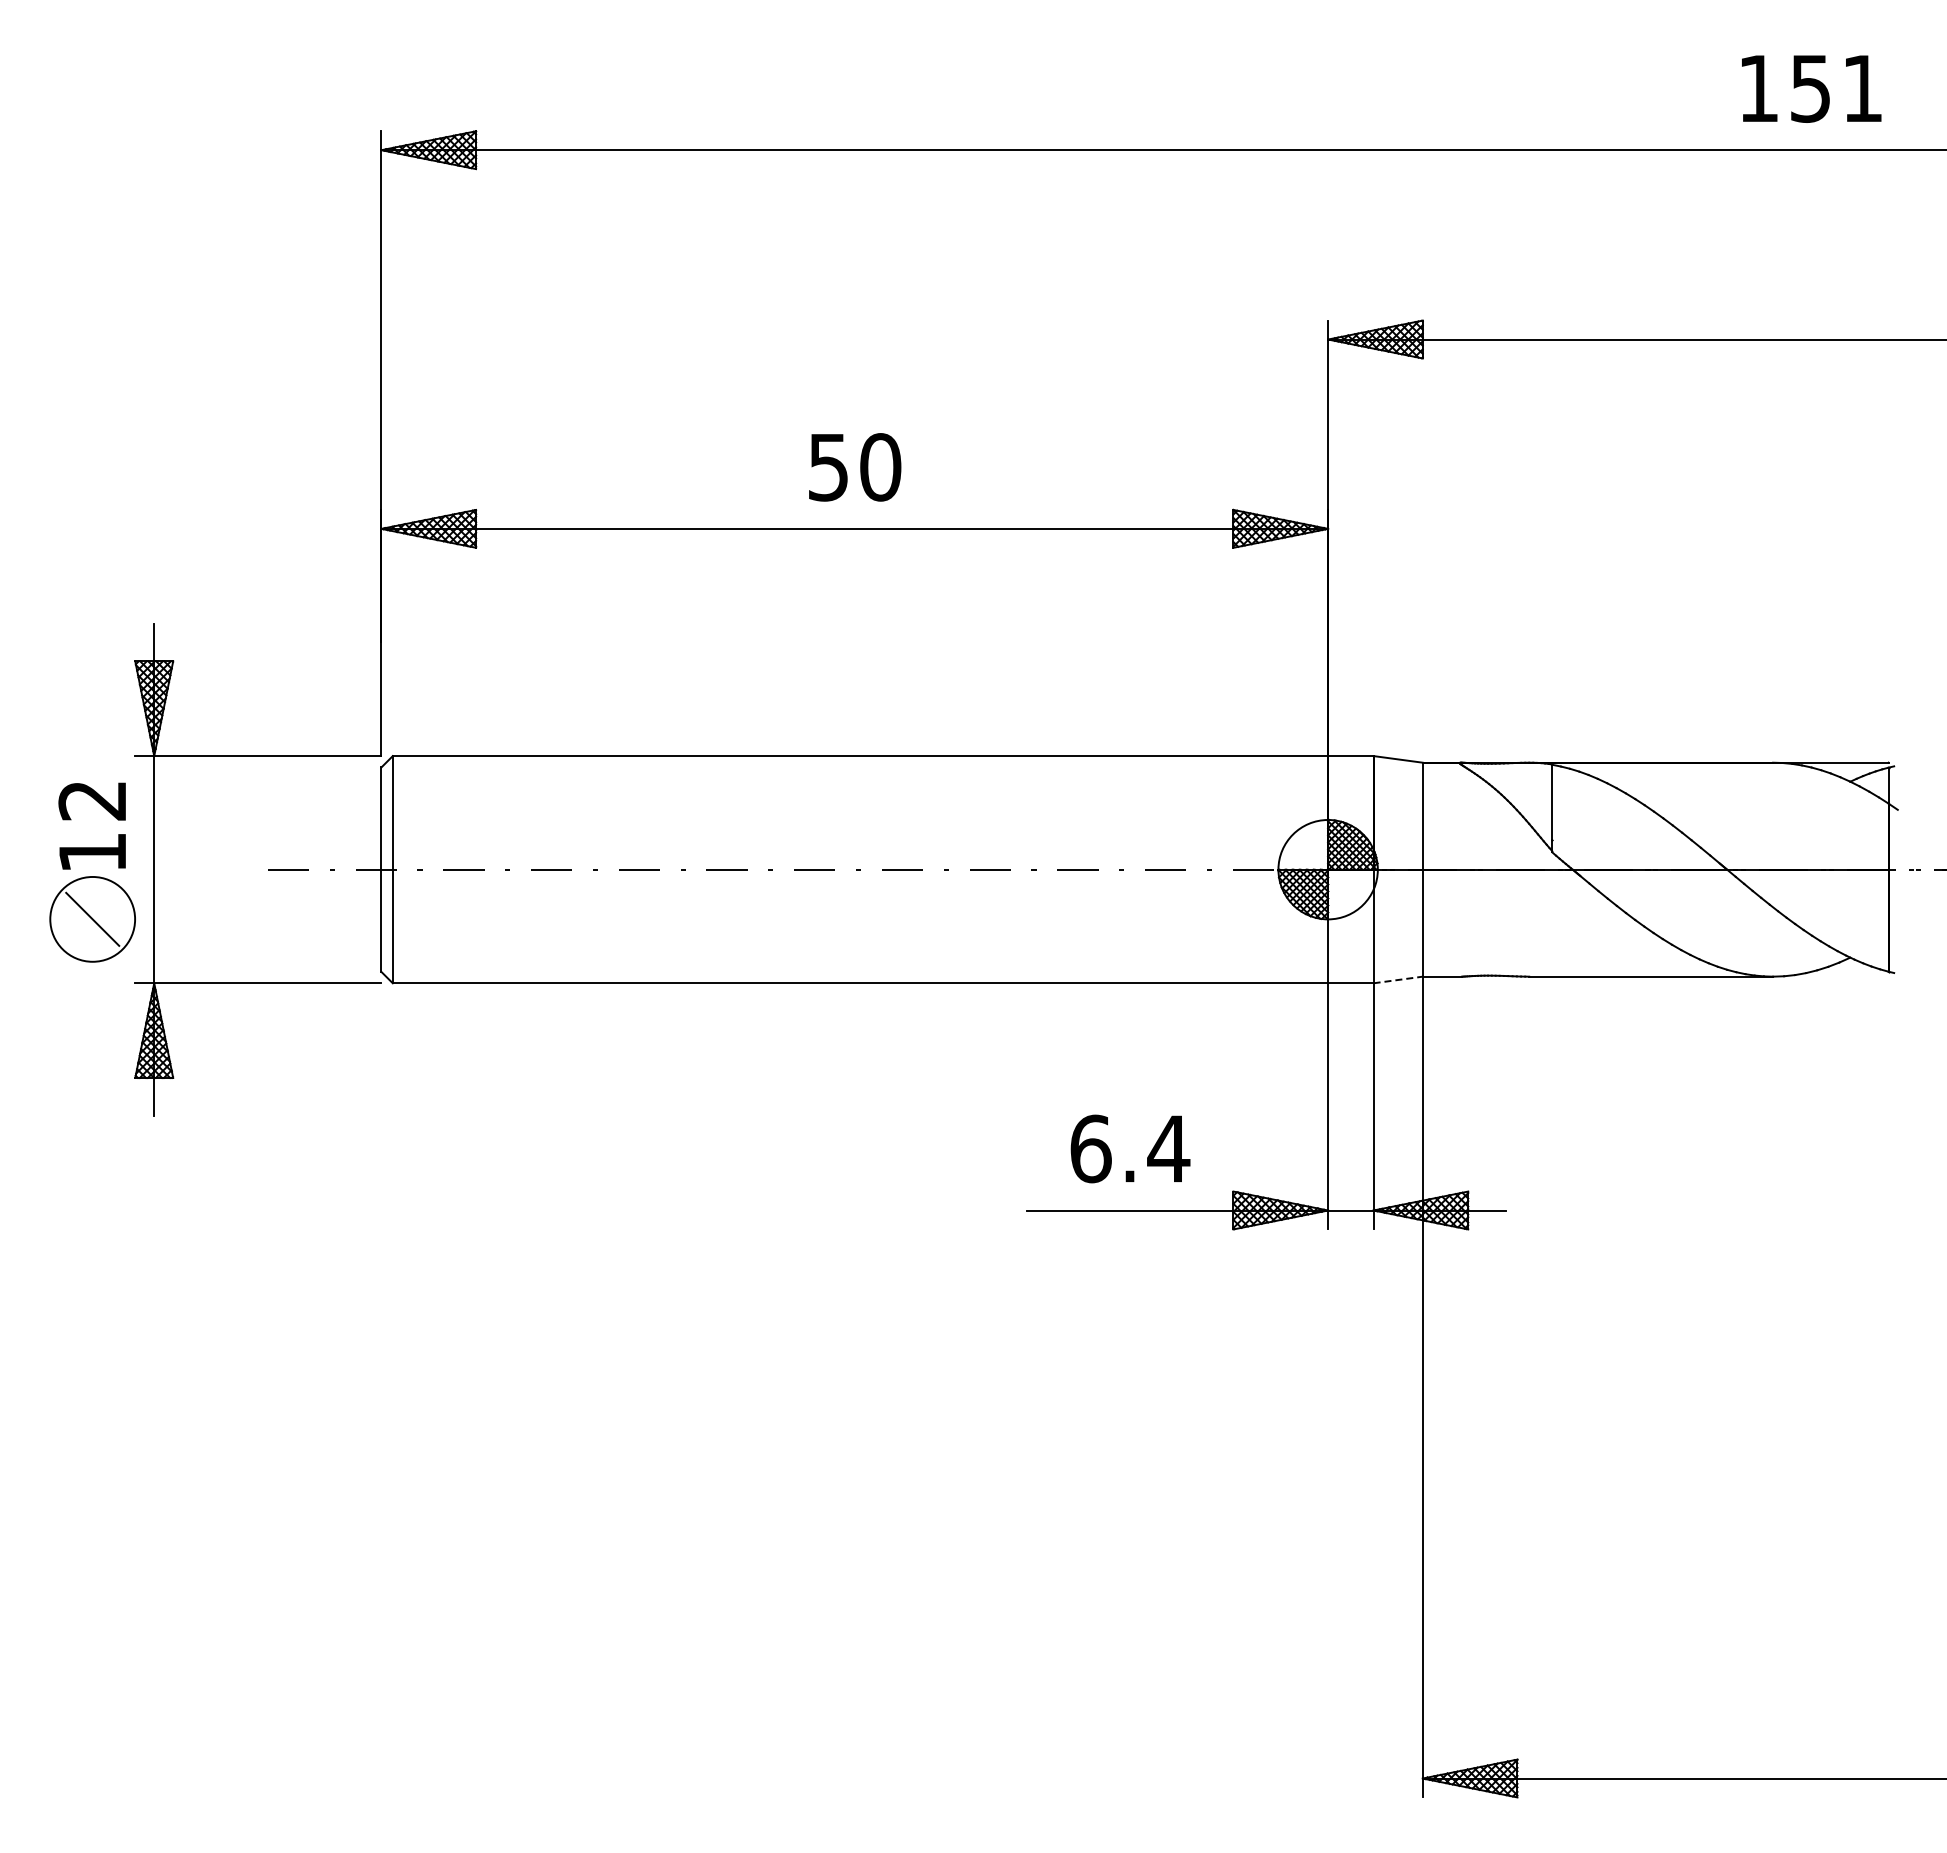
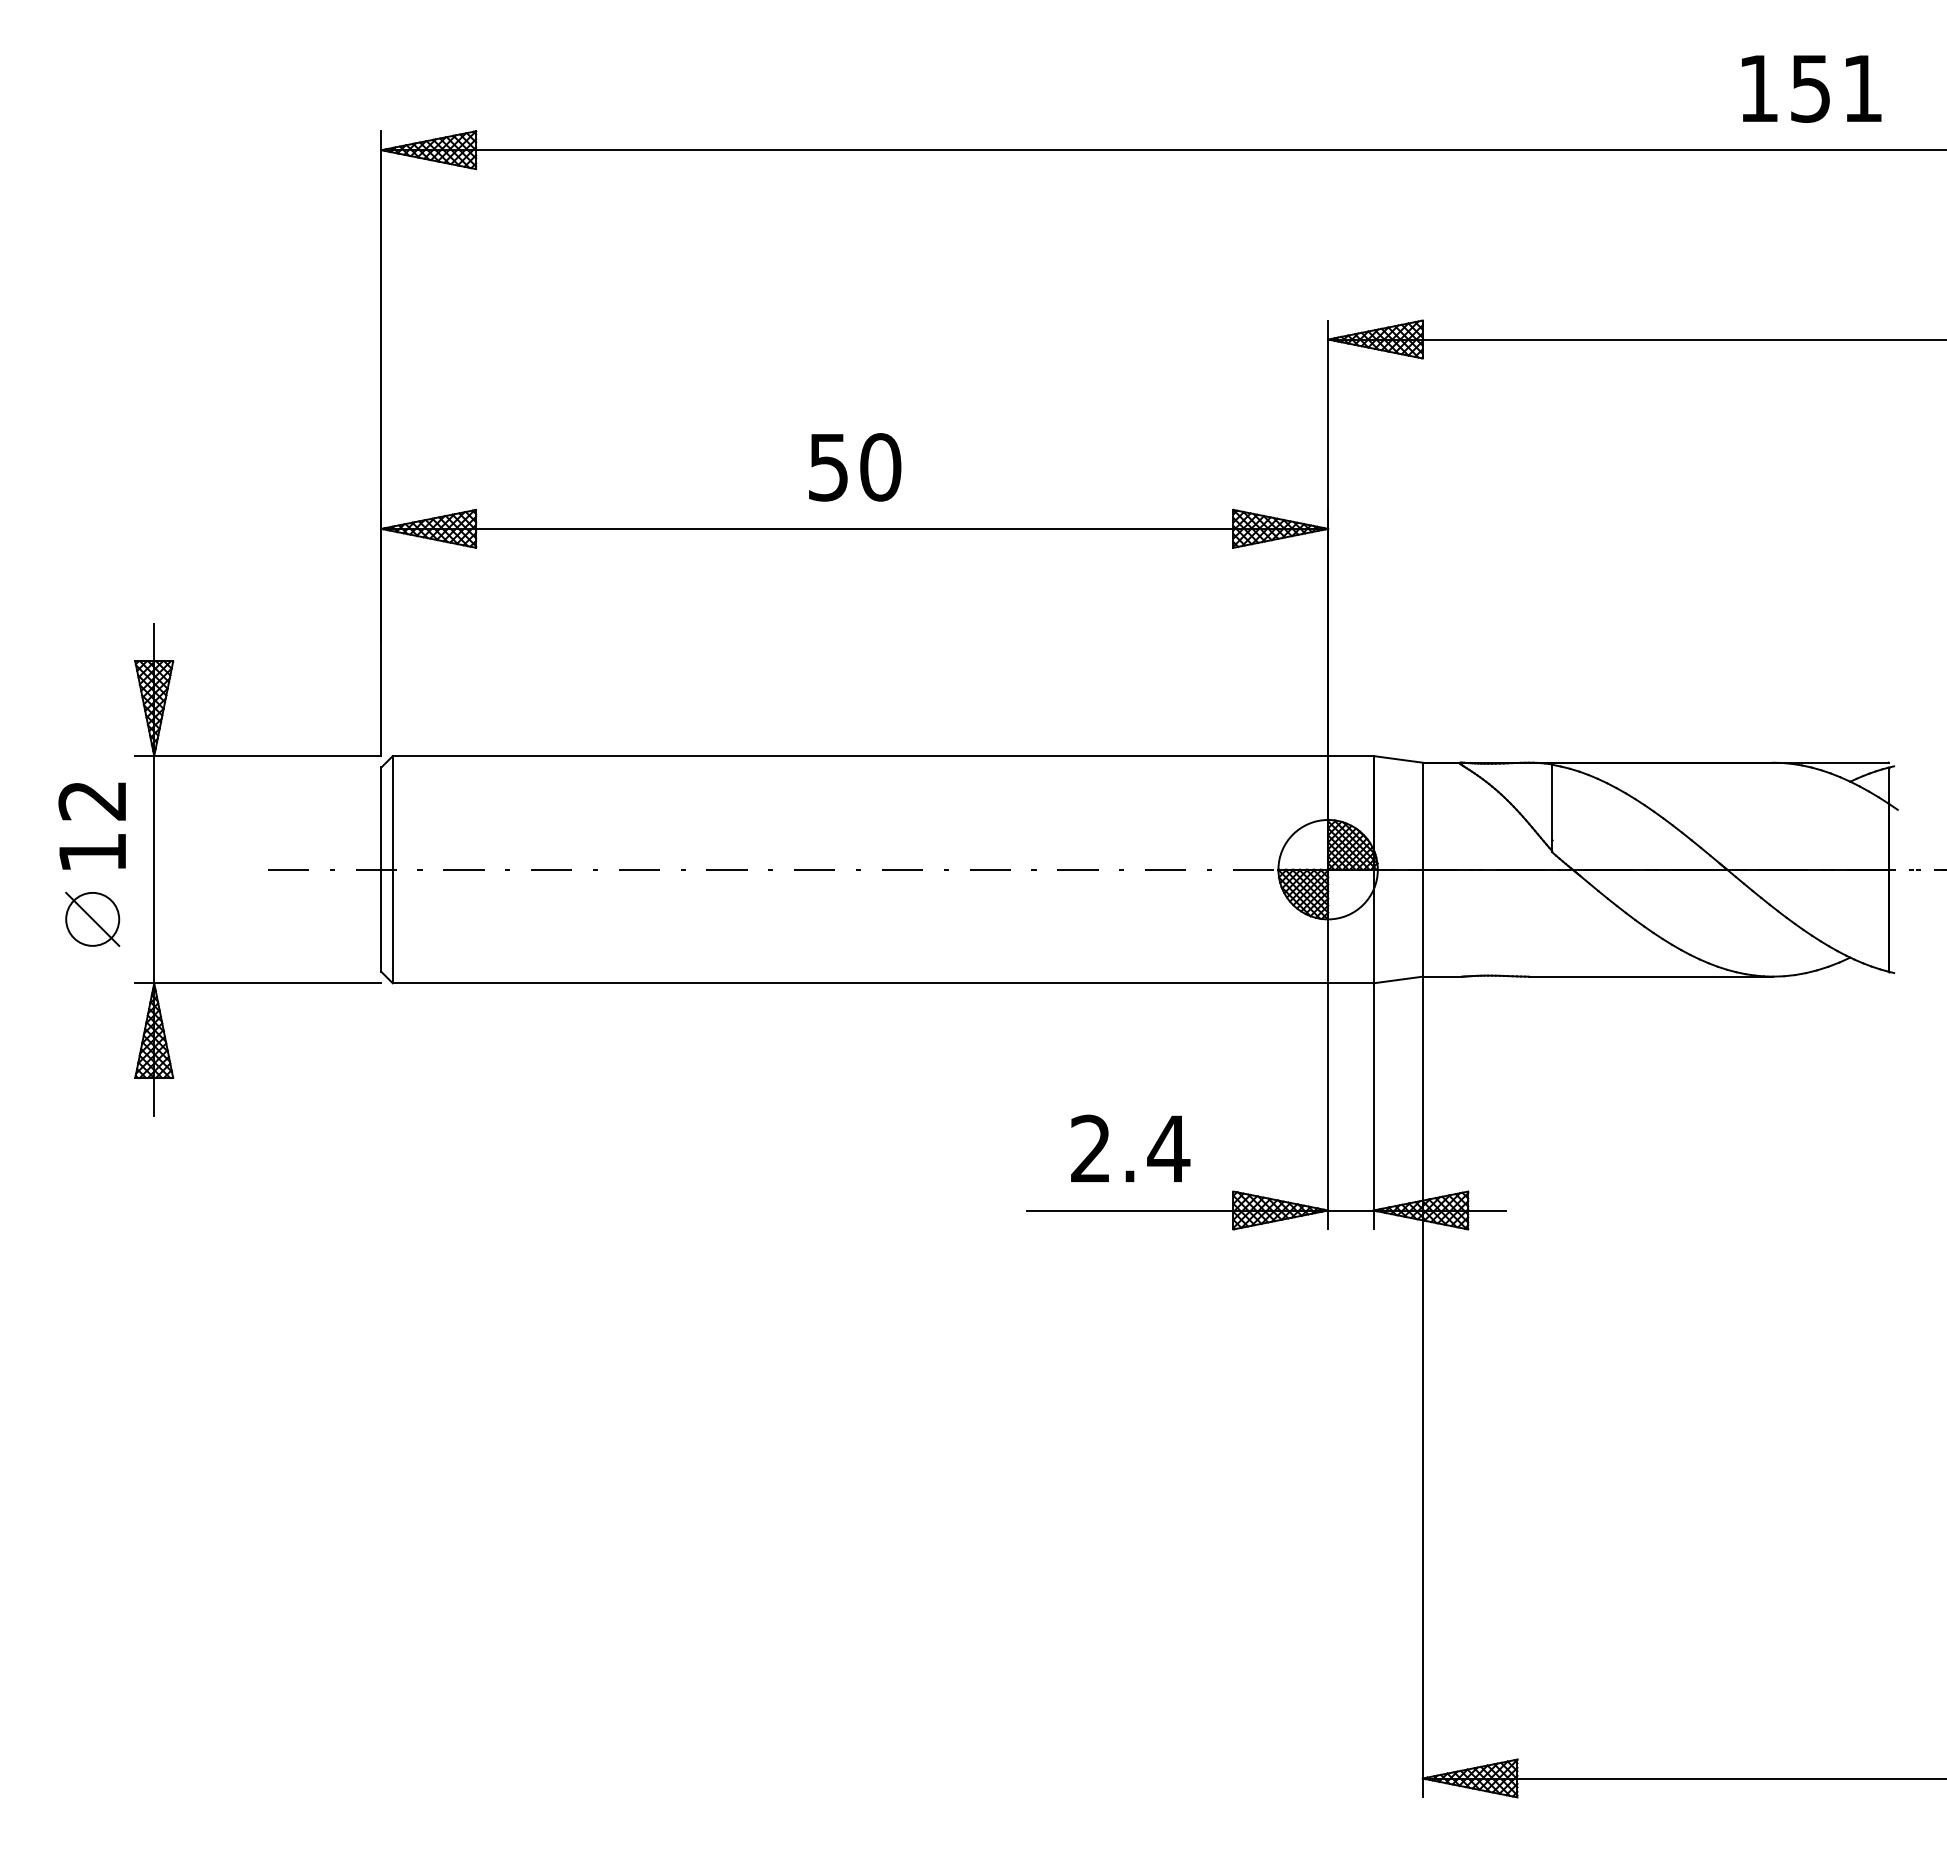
circle at (92, 918) diameter: 85 px -> 53 px
line at (1398, 979): dashed -> solid
text at (1090, 1148): 6.4 -> 2.4
